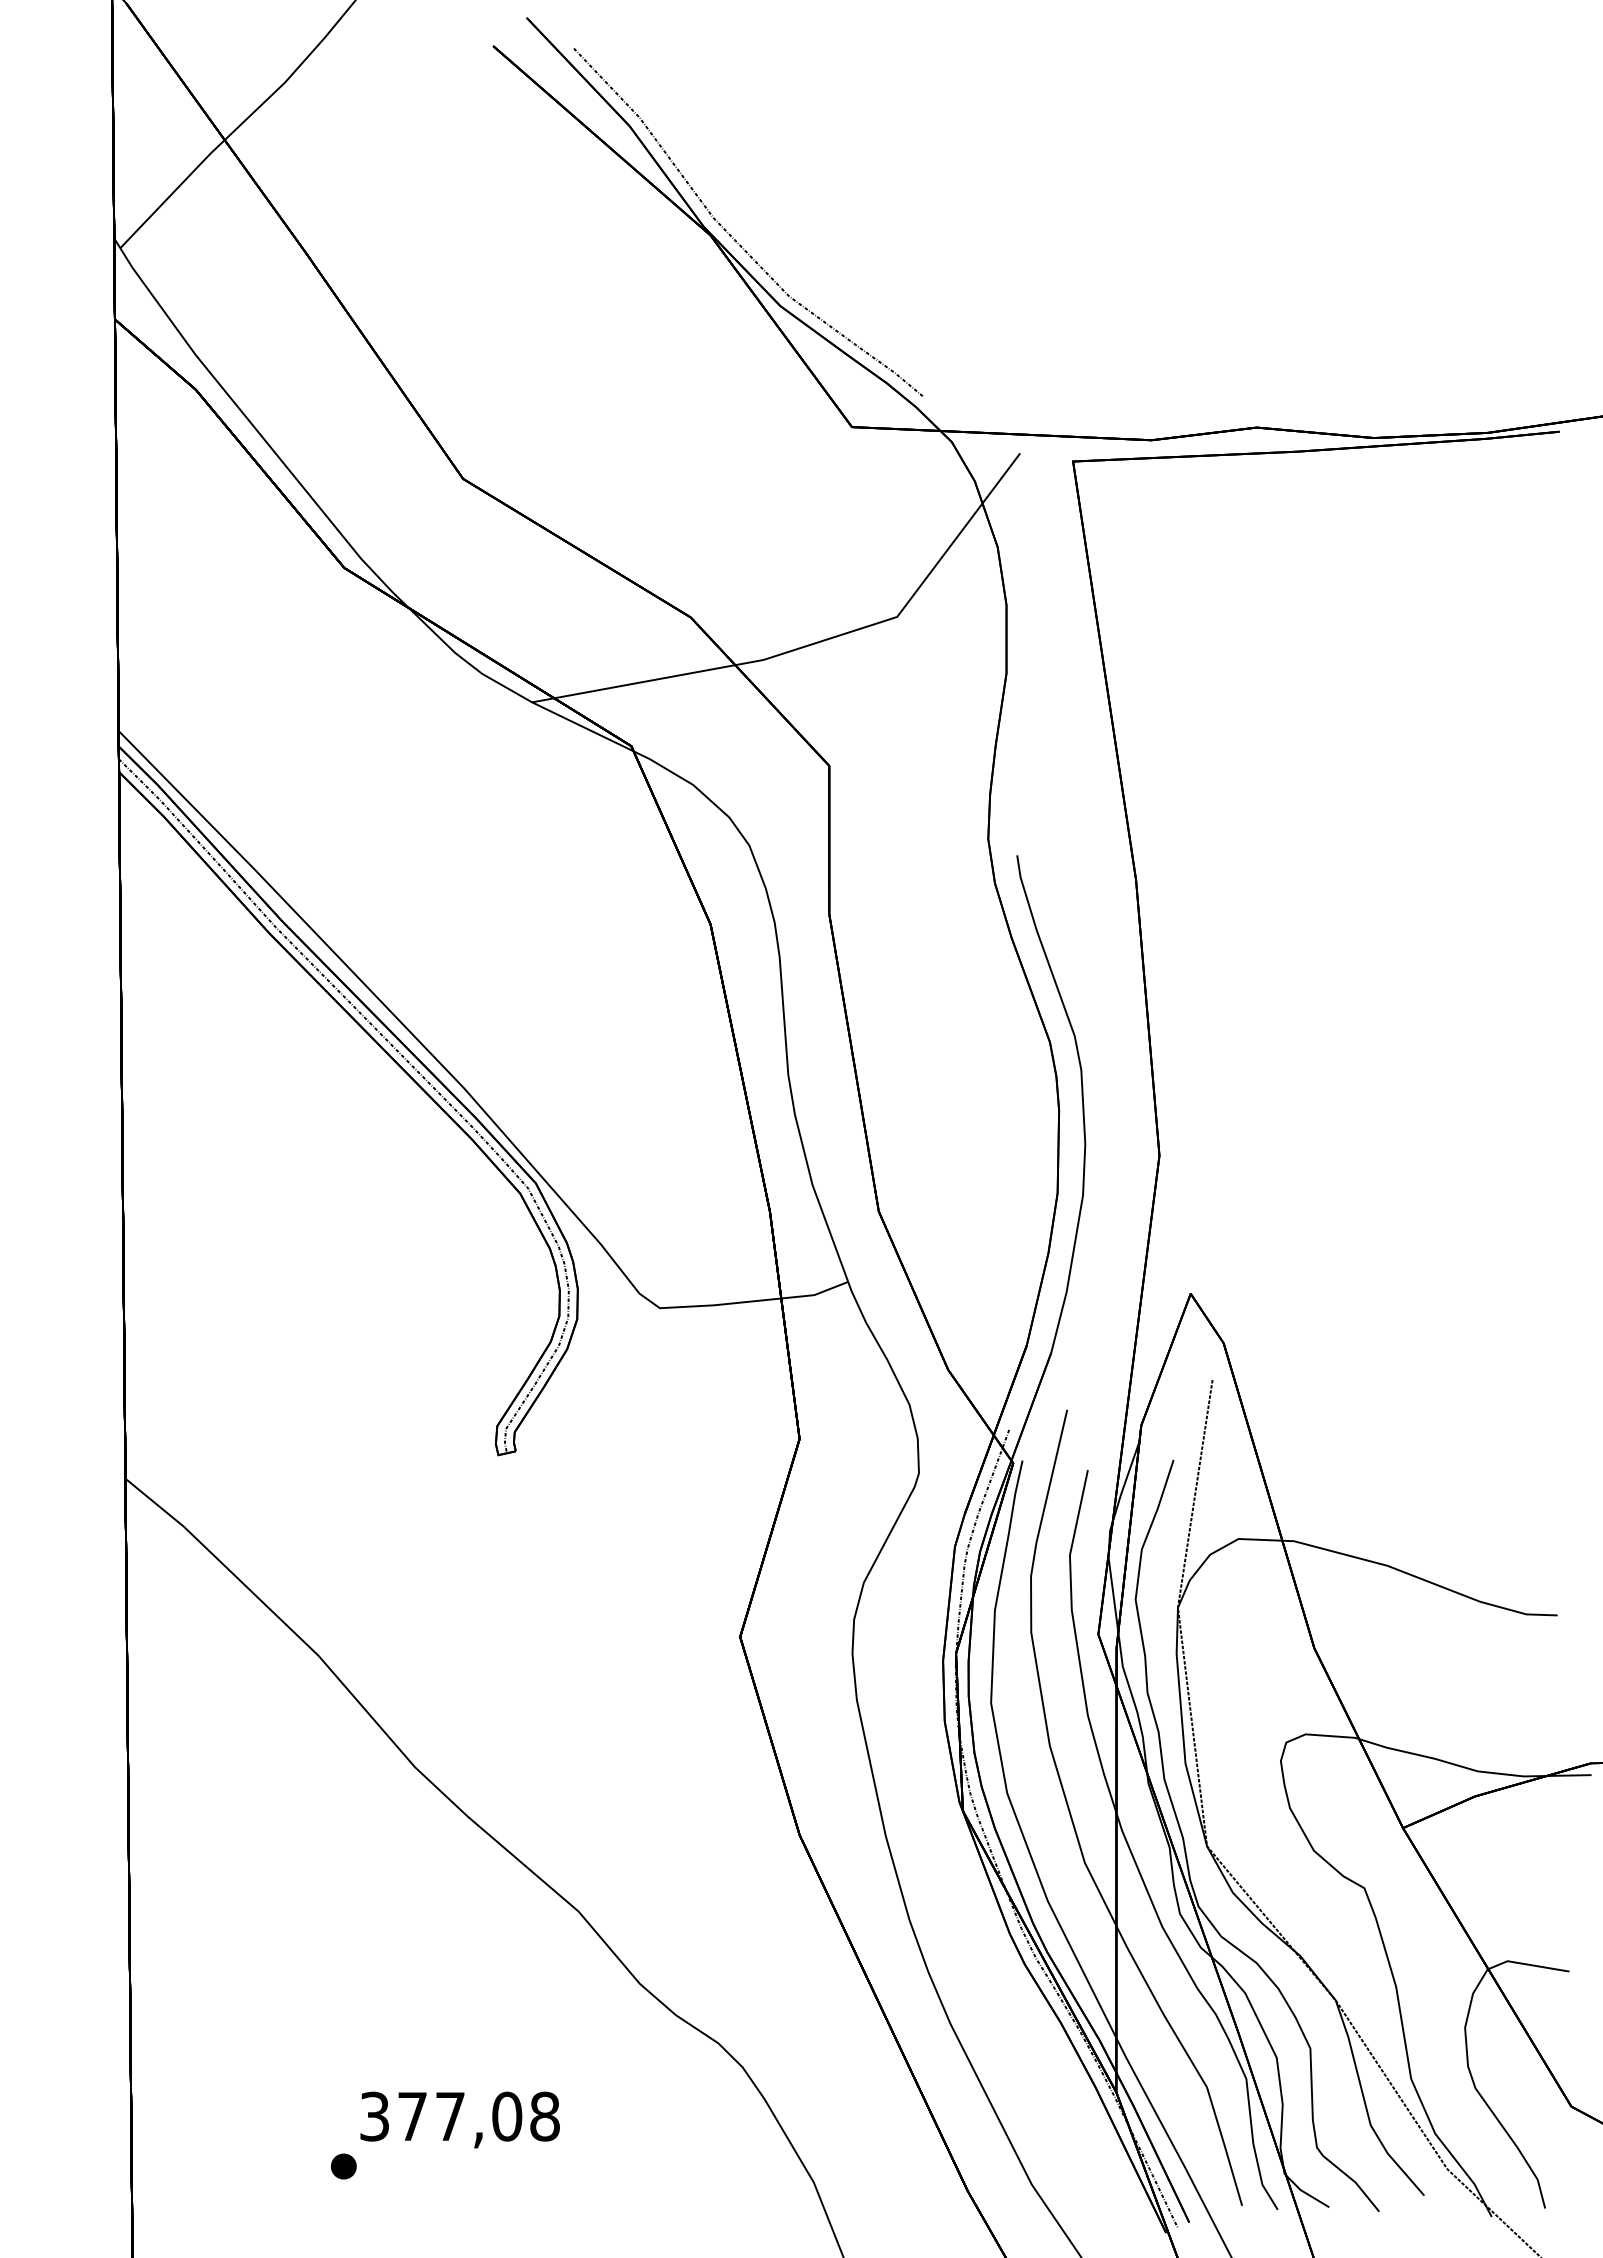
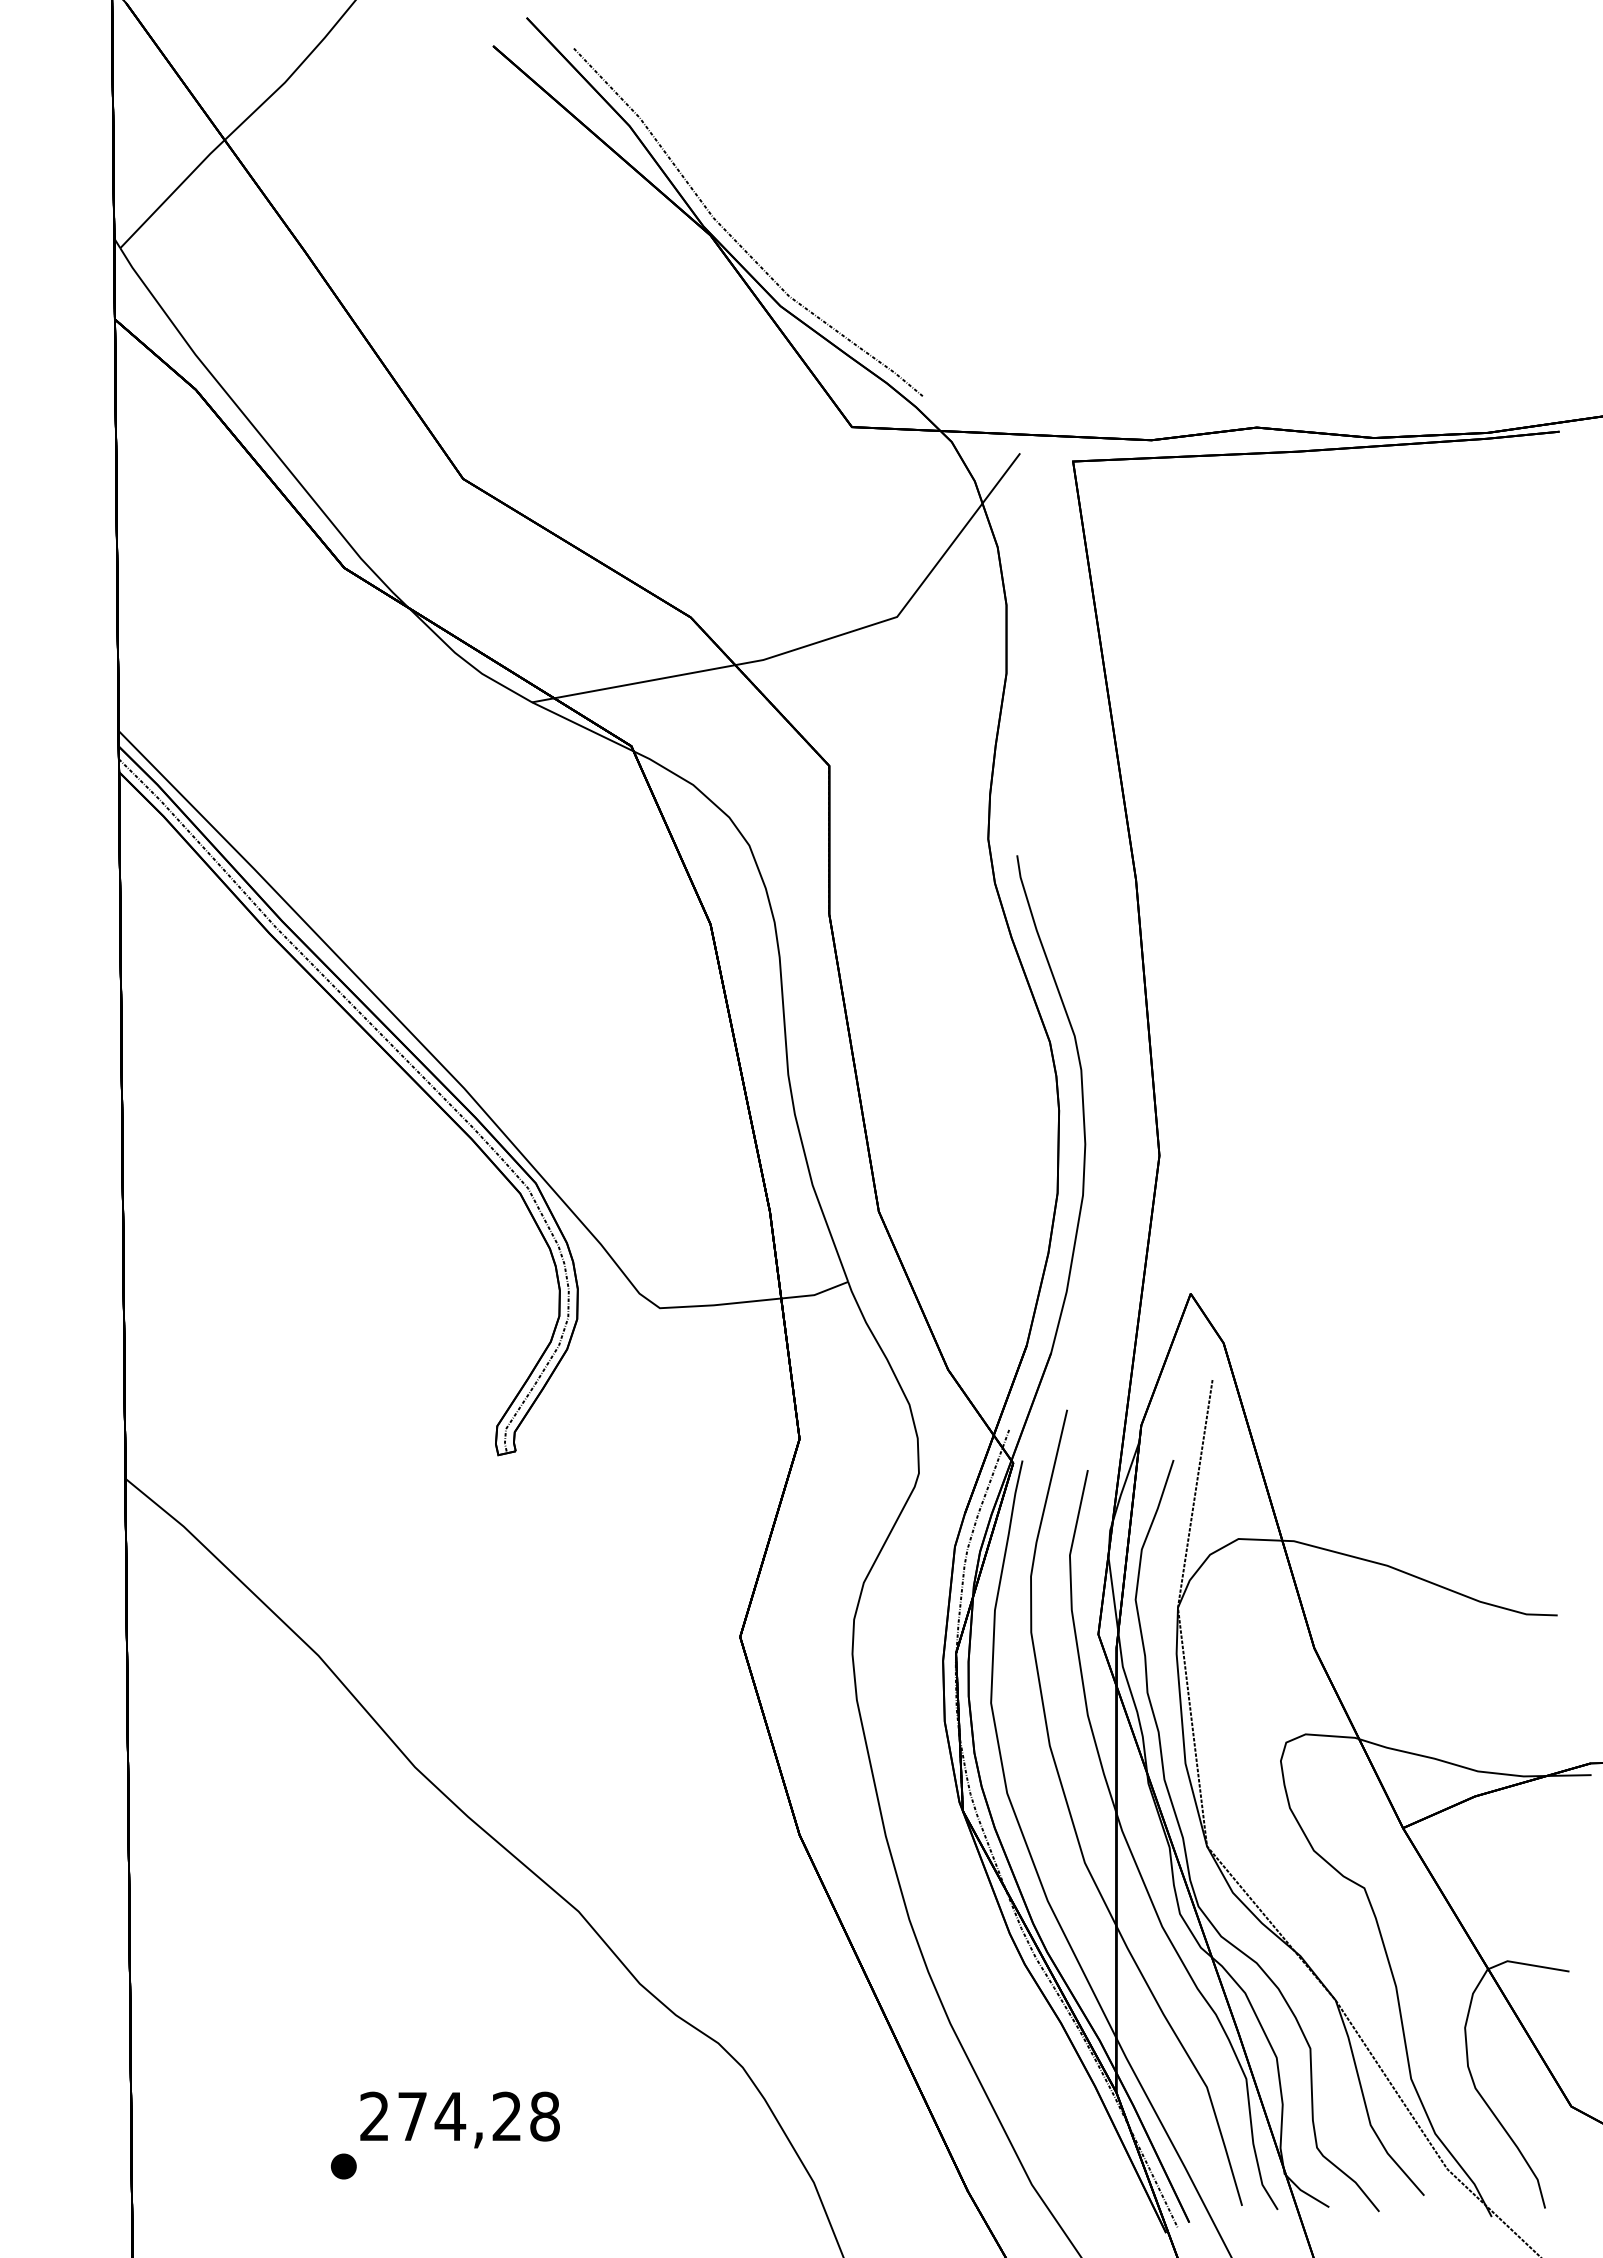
text at (441, 2116): 377,08 -> 274,28
